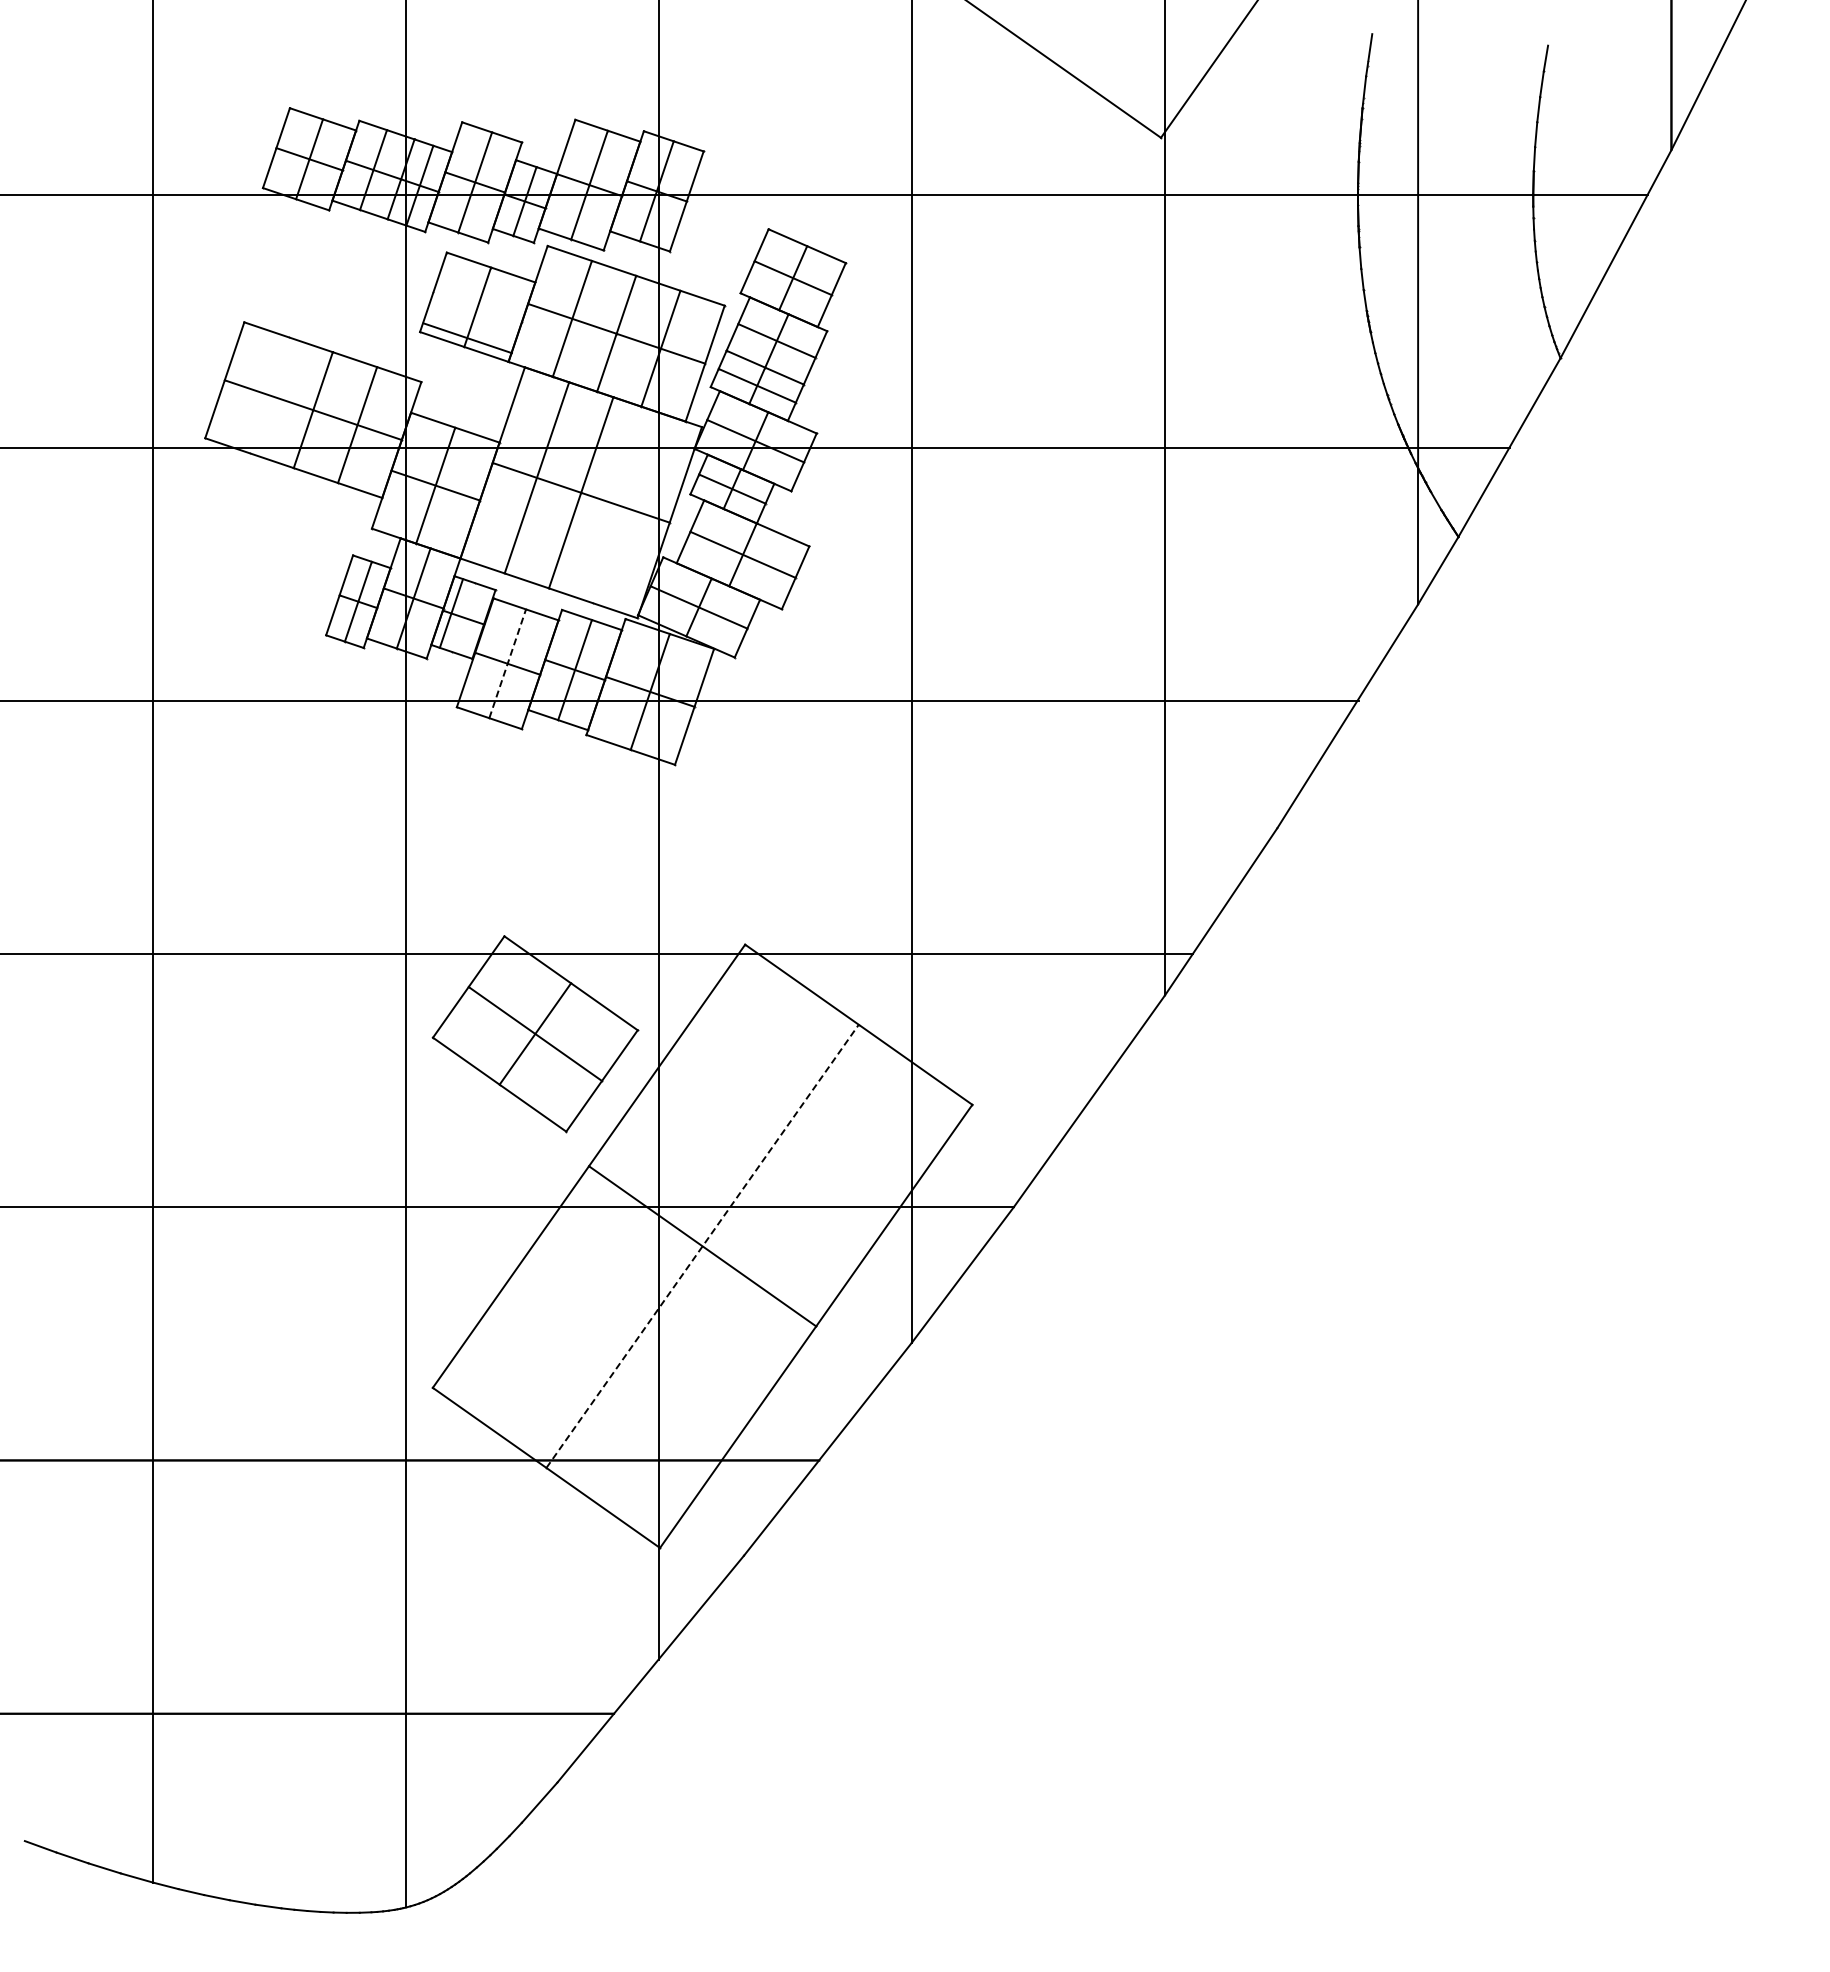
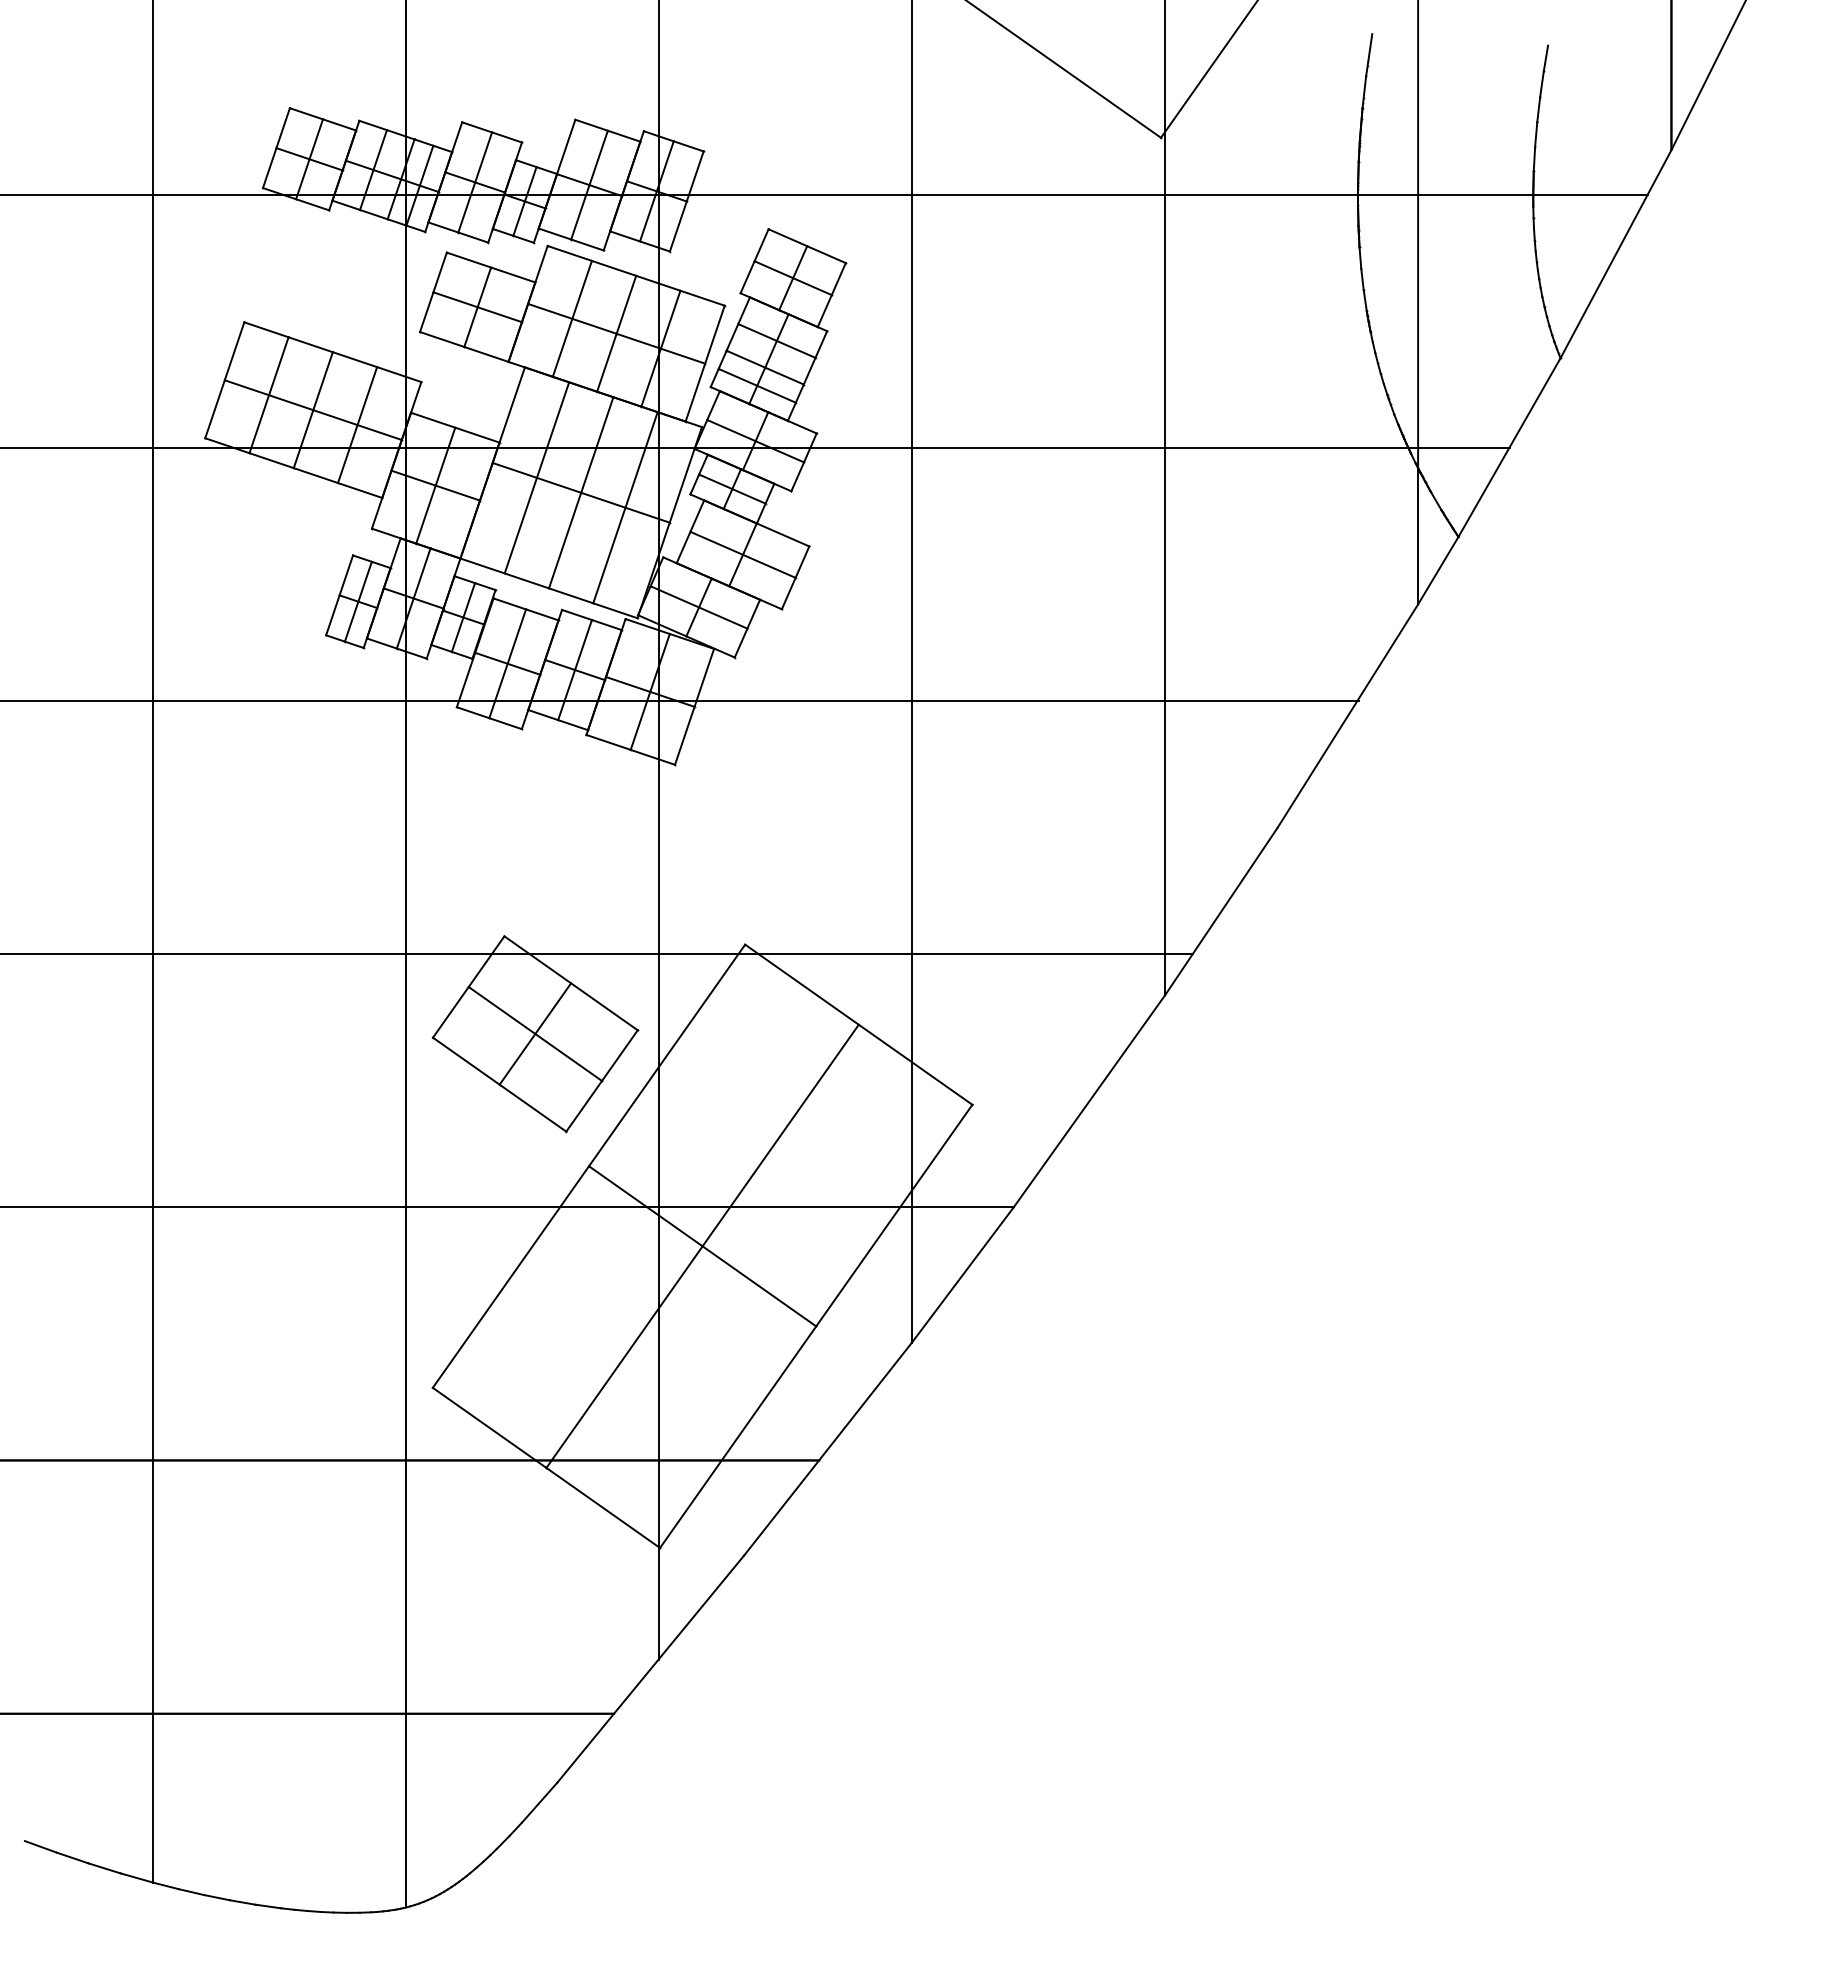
line at (467, 338) position: (467, 338) -> (477, 307)
line at (268, 395): none -> present
line at (625, 507): none -> present
line at (451, 613) position: (451, 613) -> (463, 617)
line at (507, 663): dashed -> solid
line at (702, 1245): dashed -> solid
